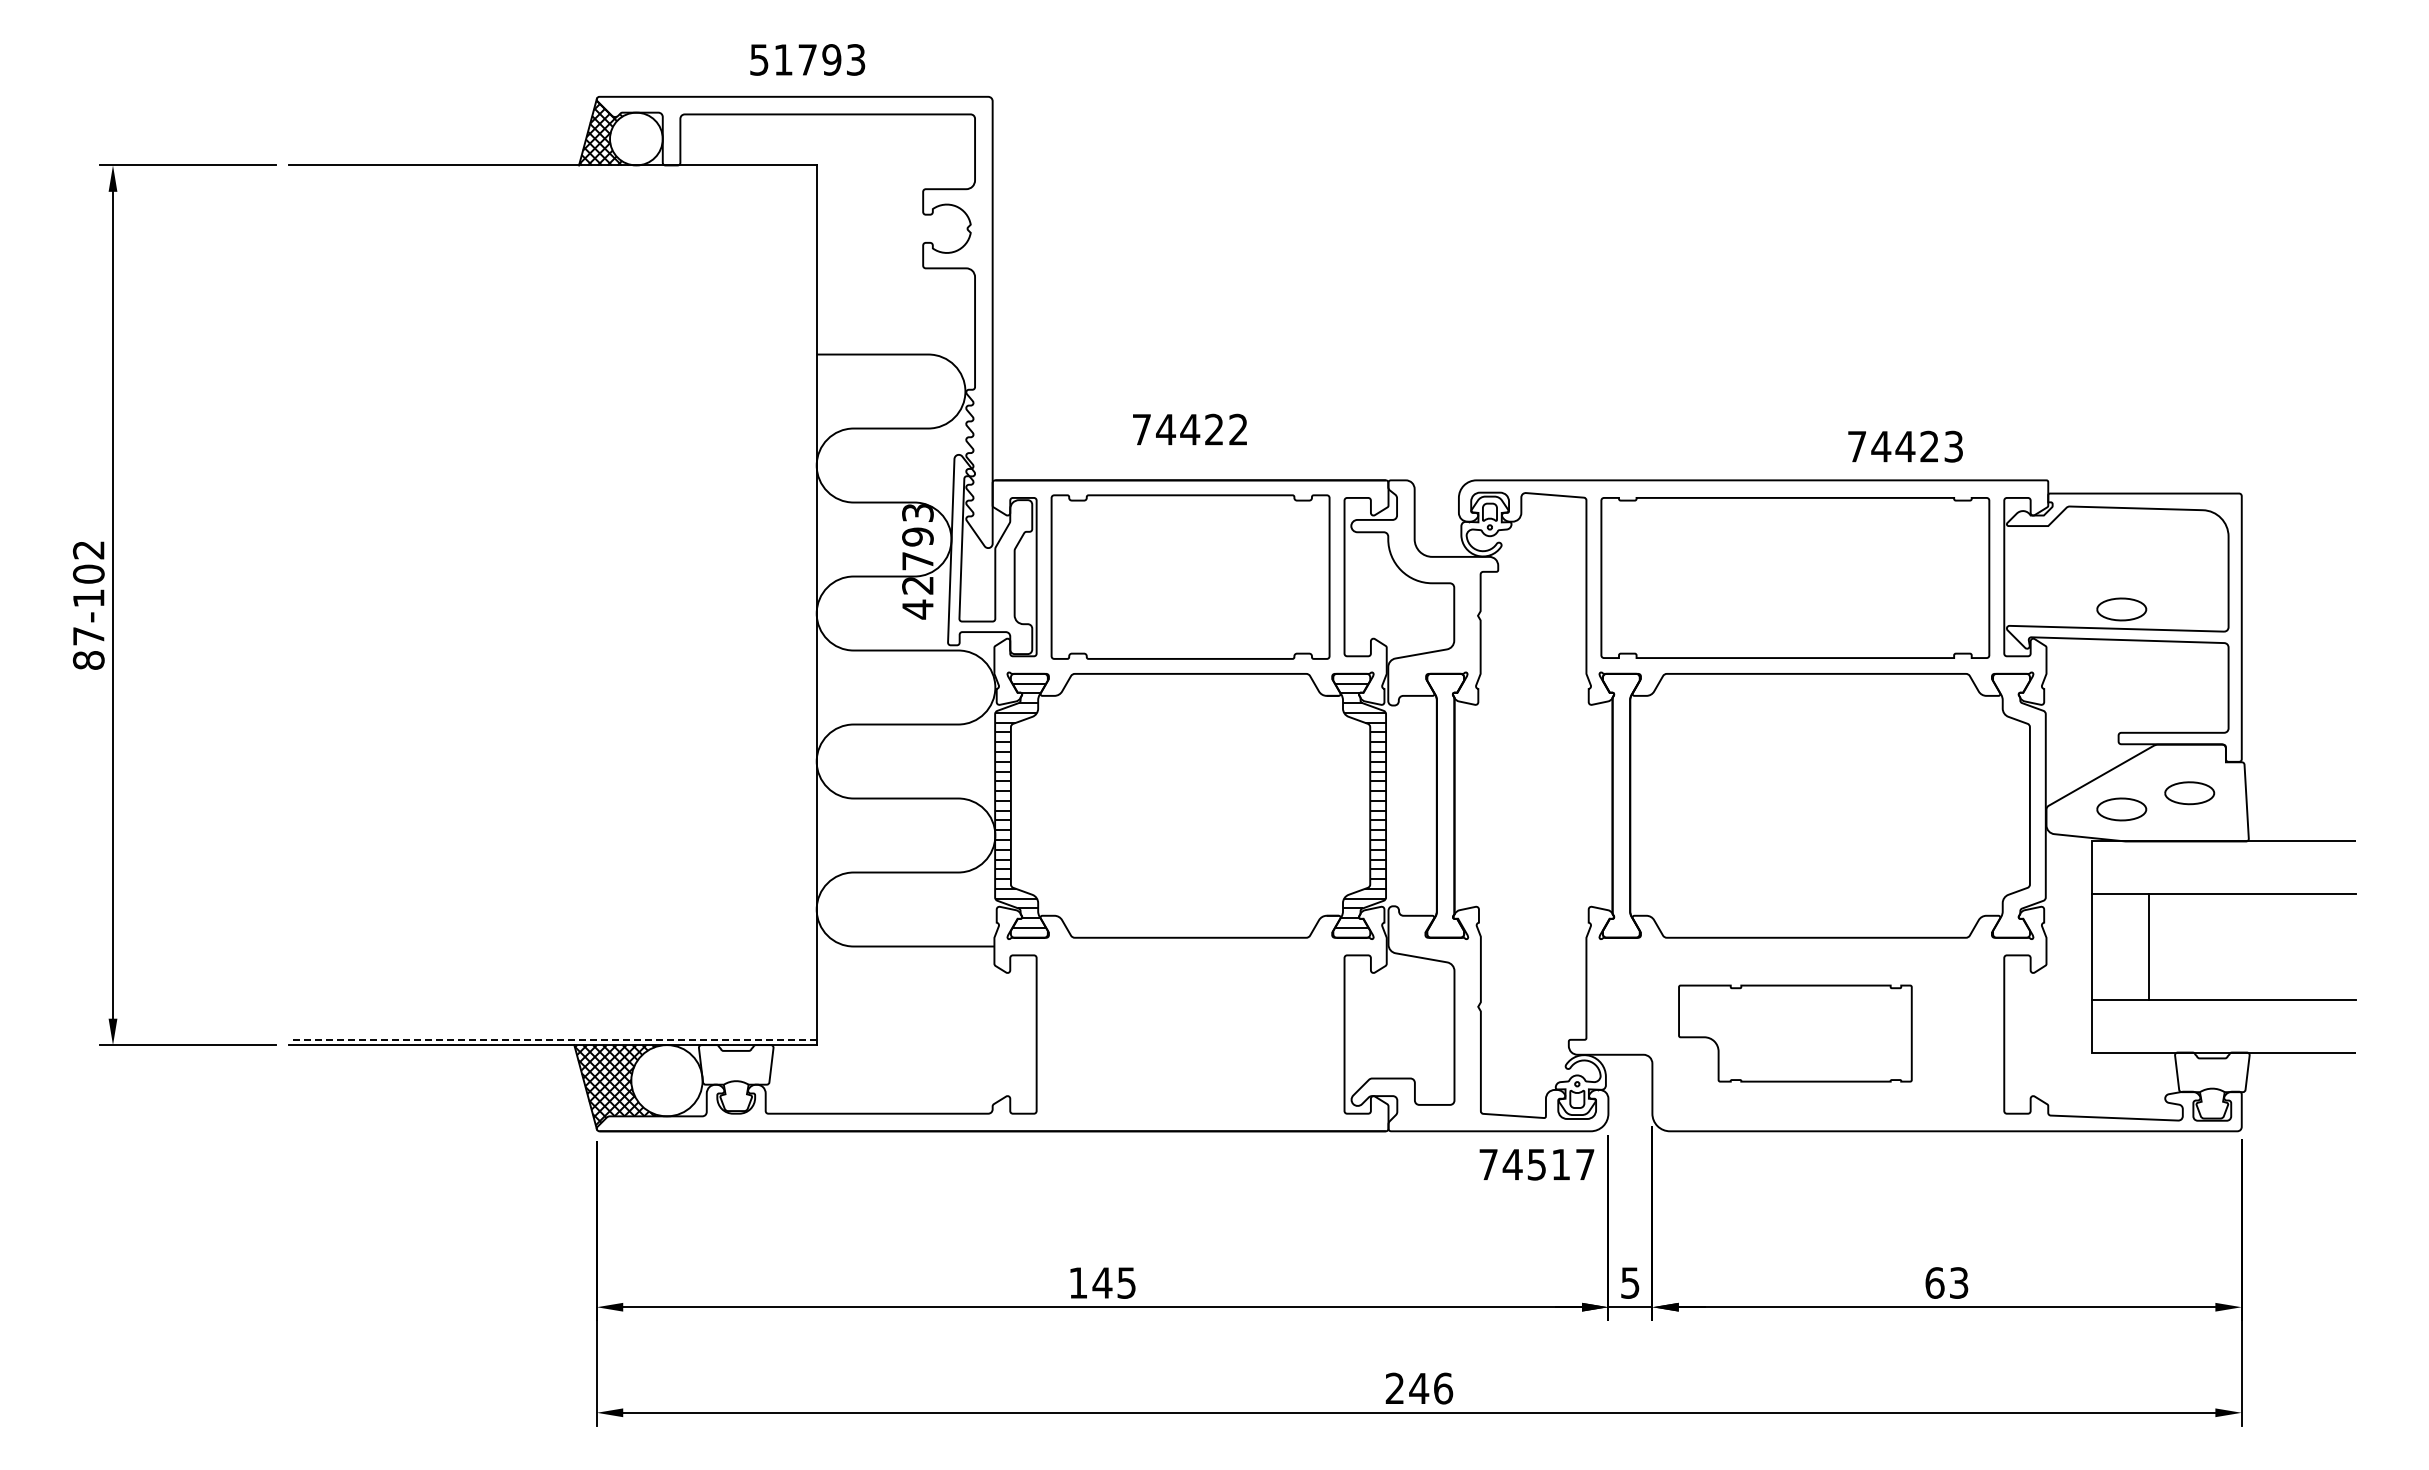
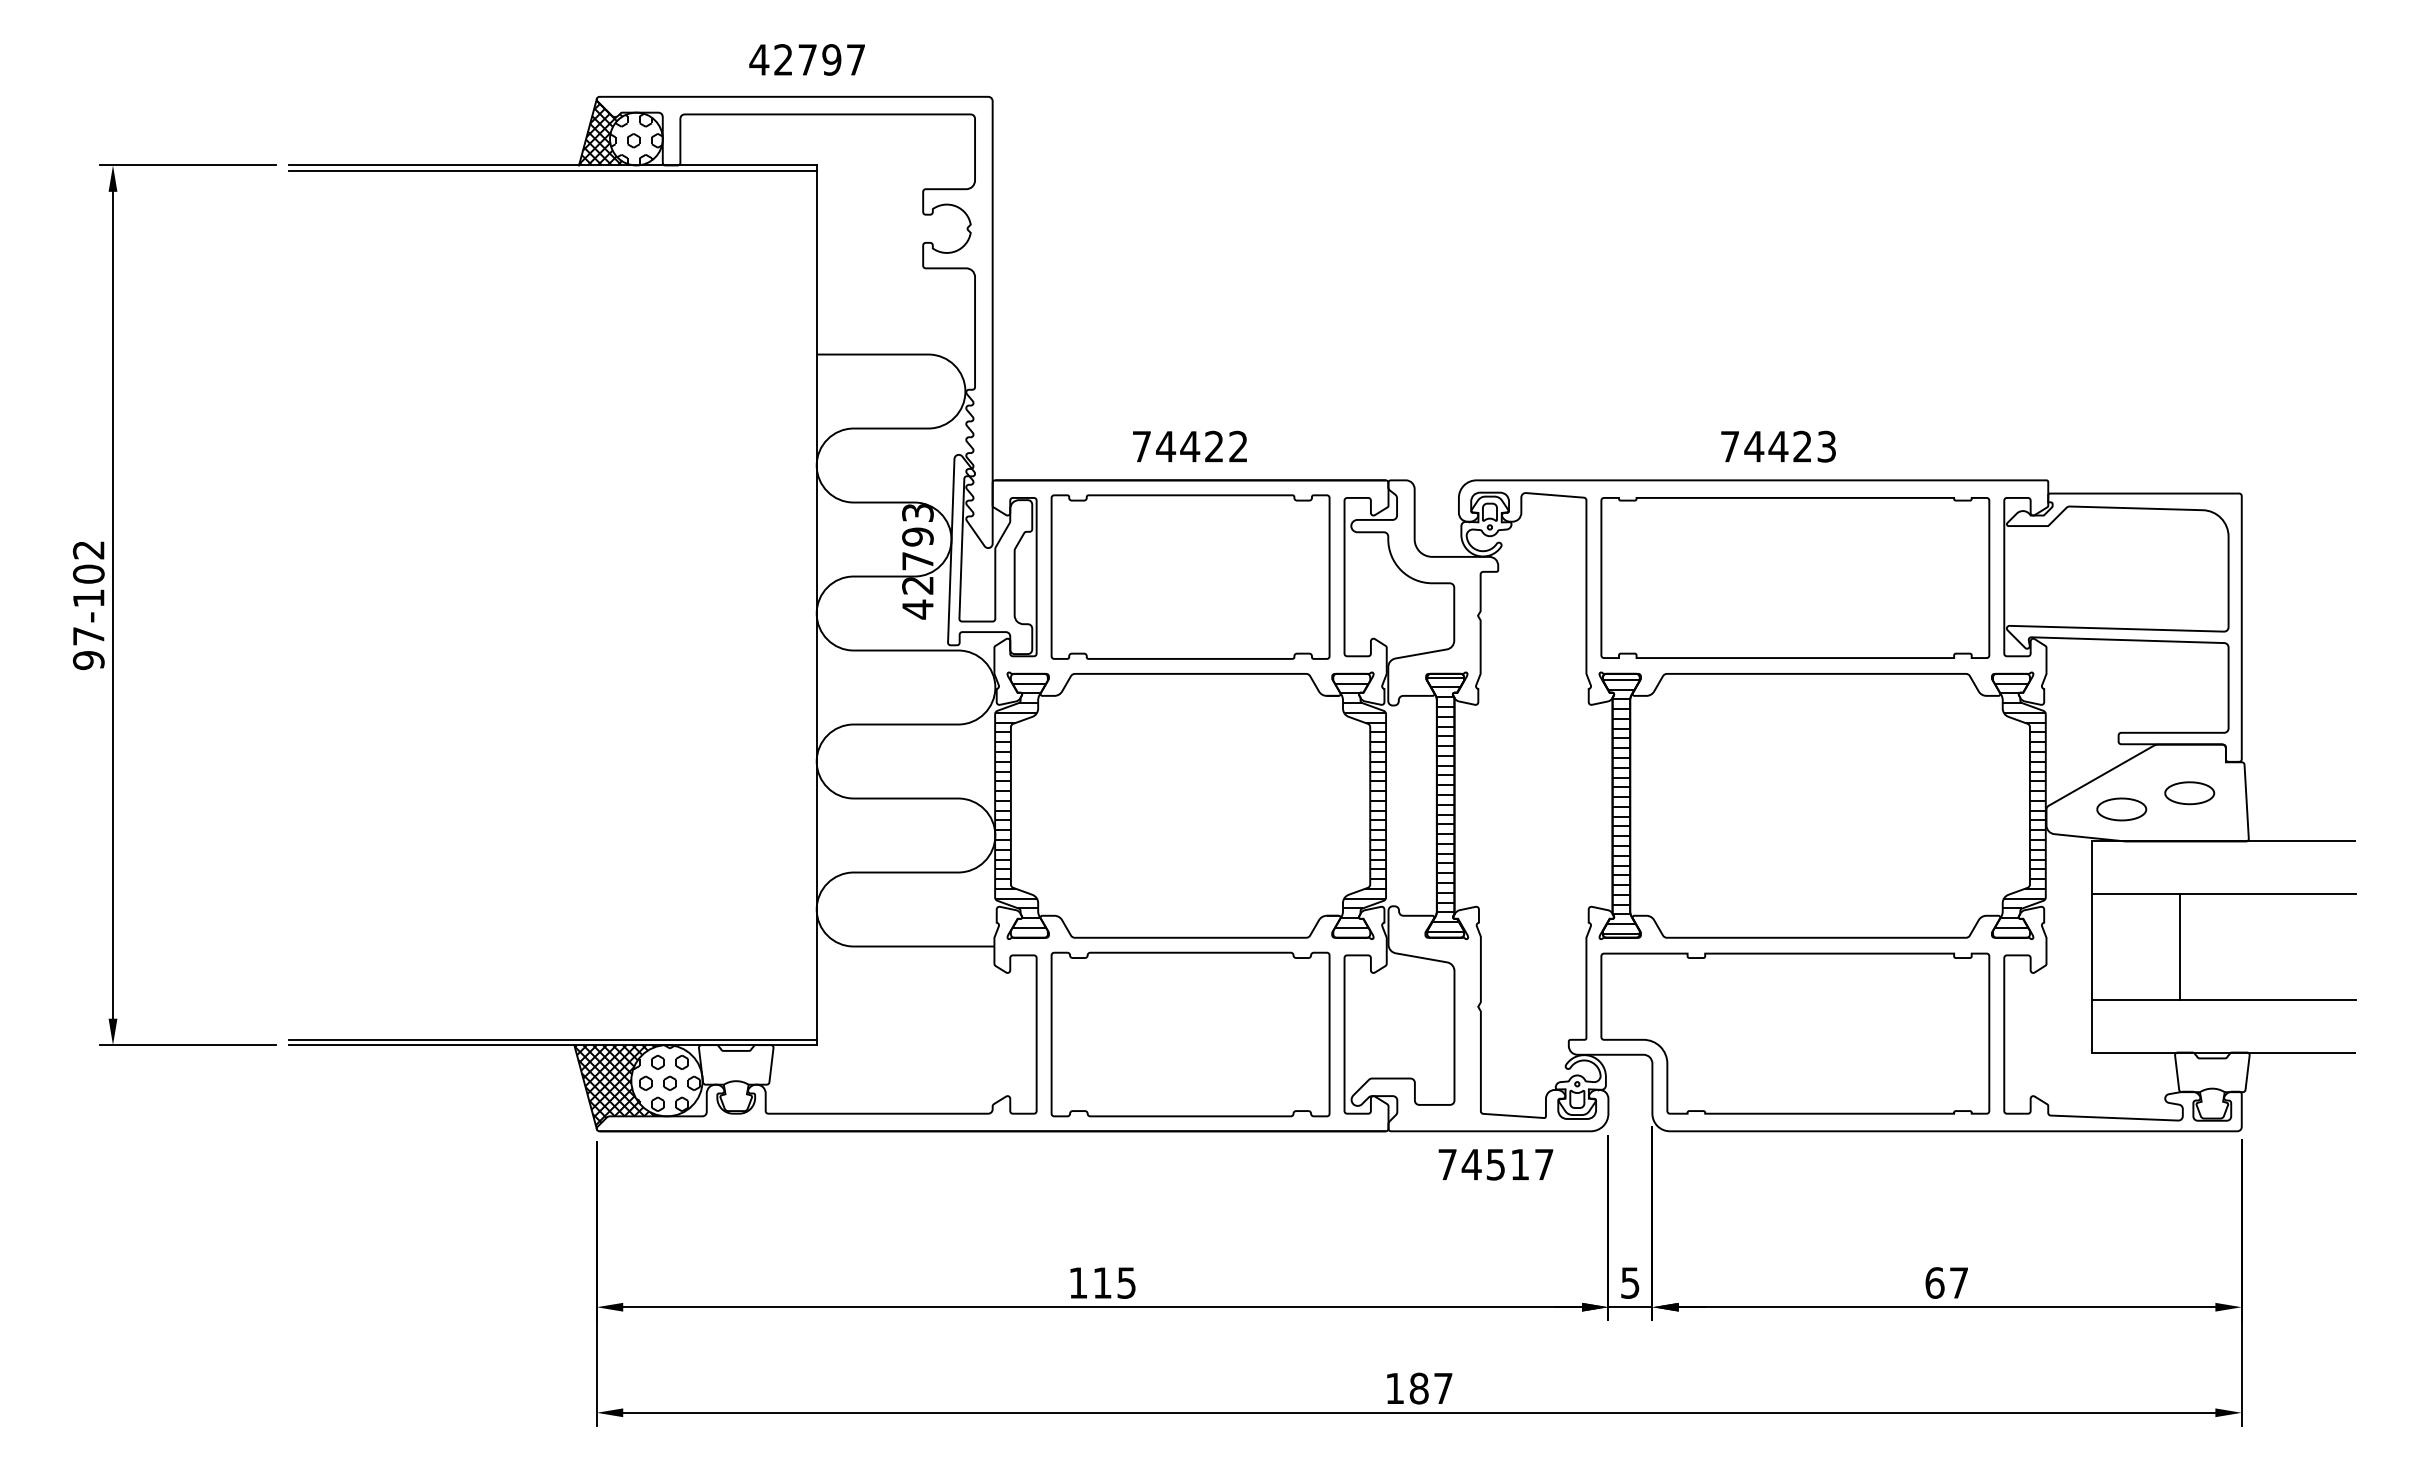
text at (807, 59): 51793 -> 42797
hatch at (636, 139): none -> present
line at (552, 170): none -> present
text at (1189, 429) position: (1189, 429) -> (1189, 446)
text at (1905, 446) position: (1905, 446) -> (1778, 446)
part at (2121, 609): present -> none
text at (88, 660): 87-102 -> 97-102
hatch at (1445, 804): none -> present
hatch at (1620, 806): none -> present
hatch at (2019, 810): none -> present
line at (2149, 946) position: (2149, 946) -> (2180, 946)
part at (1795, 1033) size: 235x99 px -> 391x163 px
part at (1190, 1034): none -> present
line at (552, 1039): dashed -> solid
hatch at (666, 1078): none -> present
text at (1536, 1164) position: (1536, 1164) -> (1495, 1164)
text at (1102, 1282): 145 -> 115
text at (1959, 1282): 63 -> 67
text at (1419, 1388): 246 -> 187
